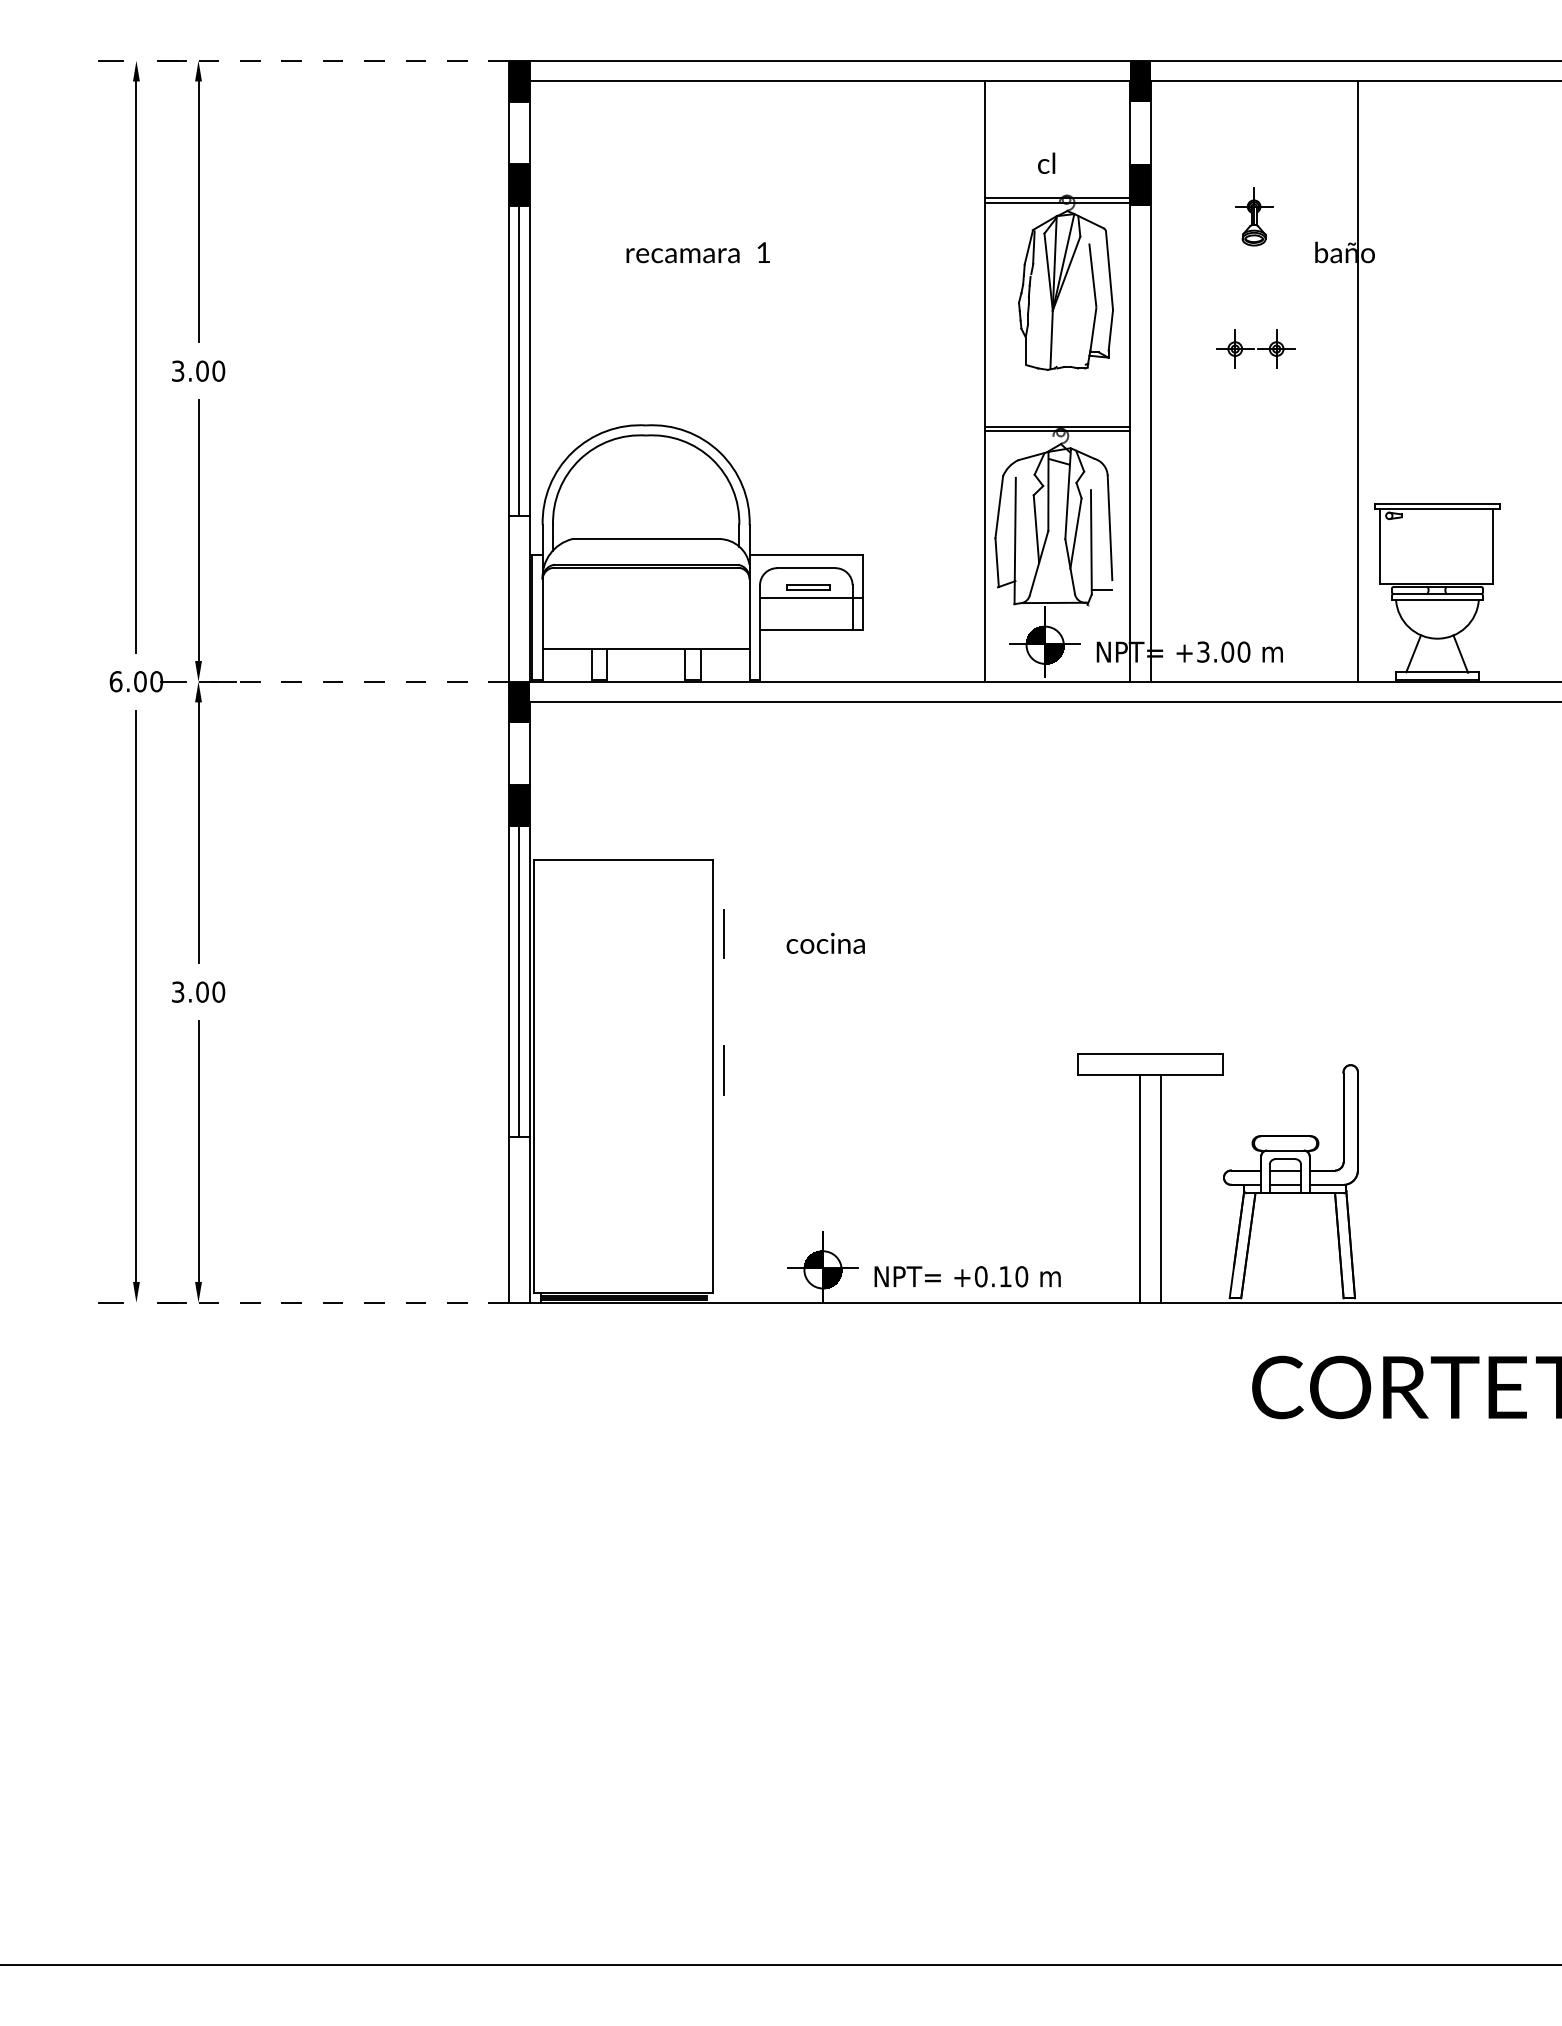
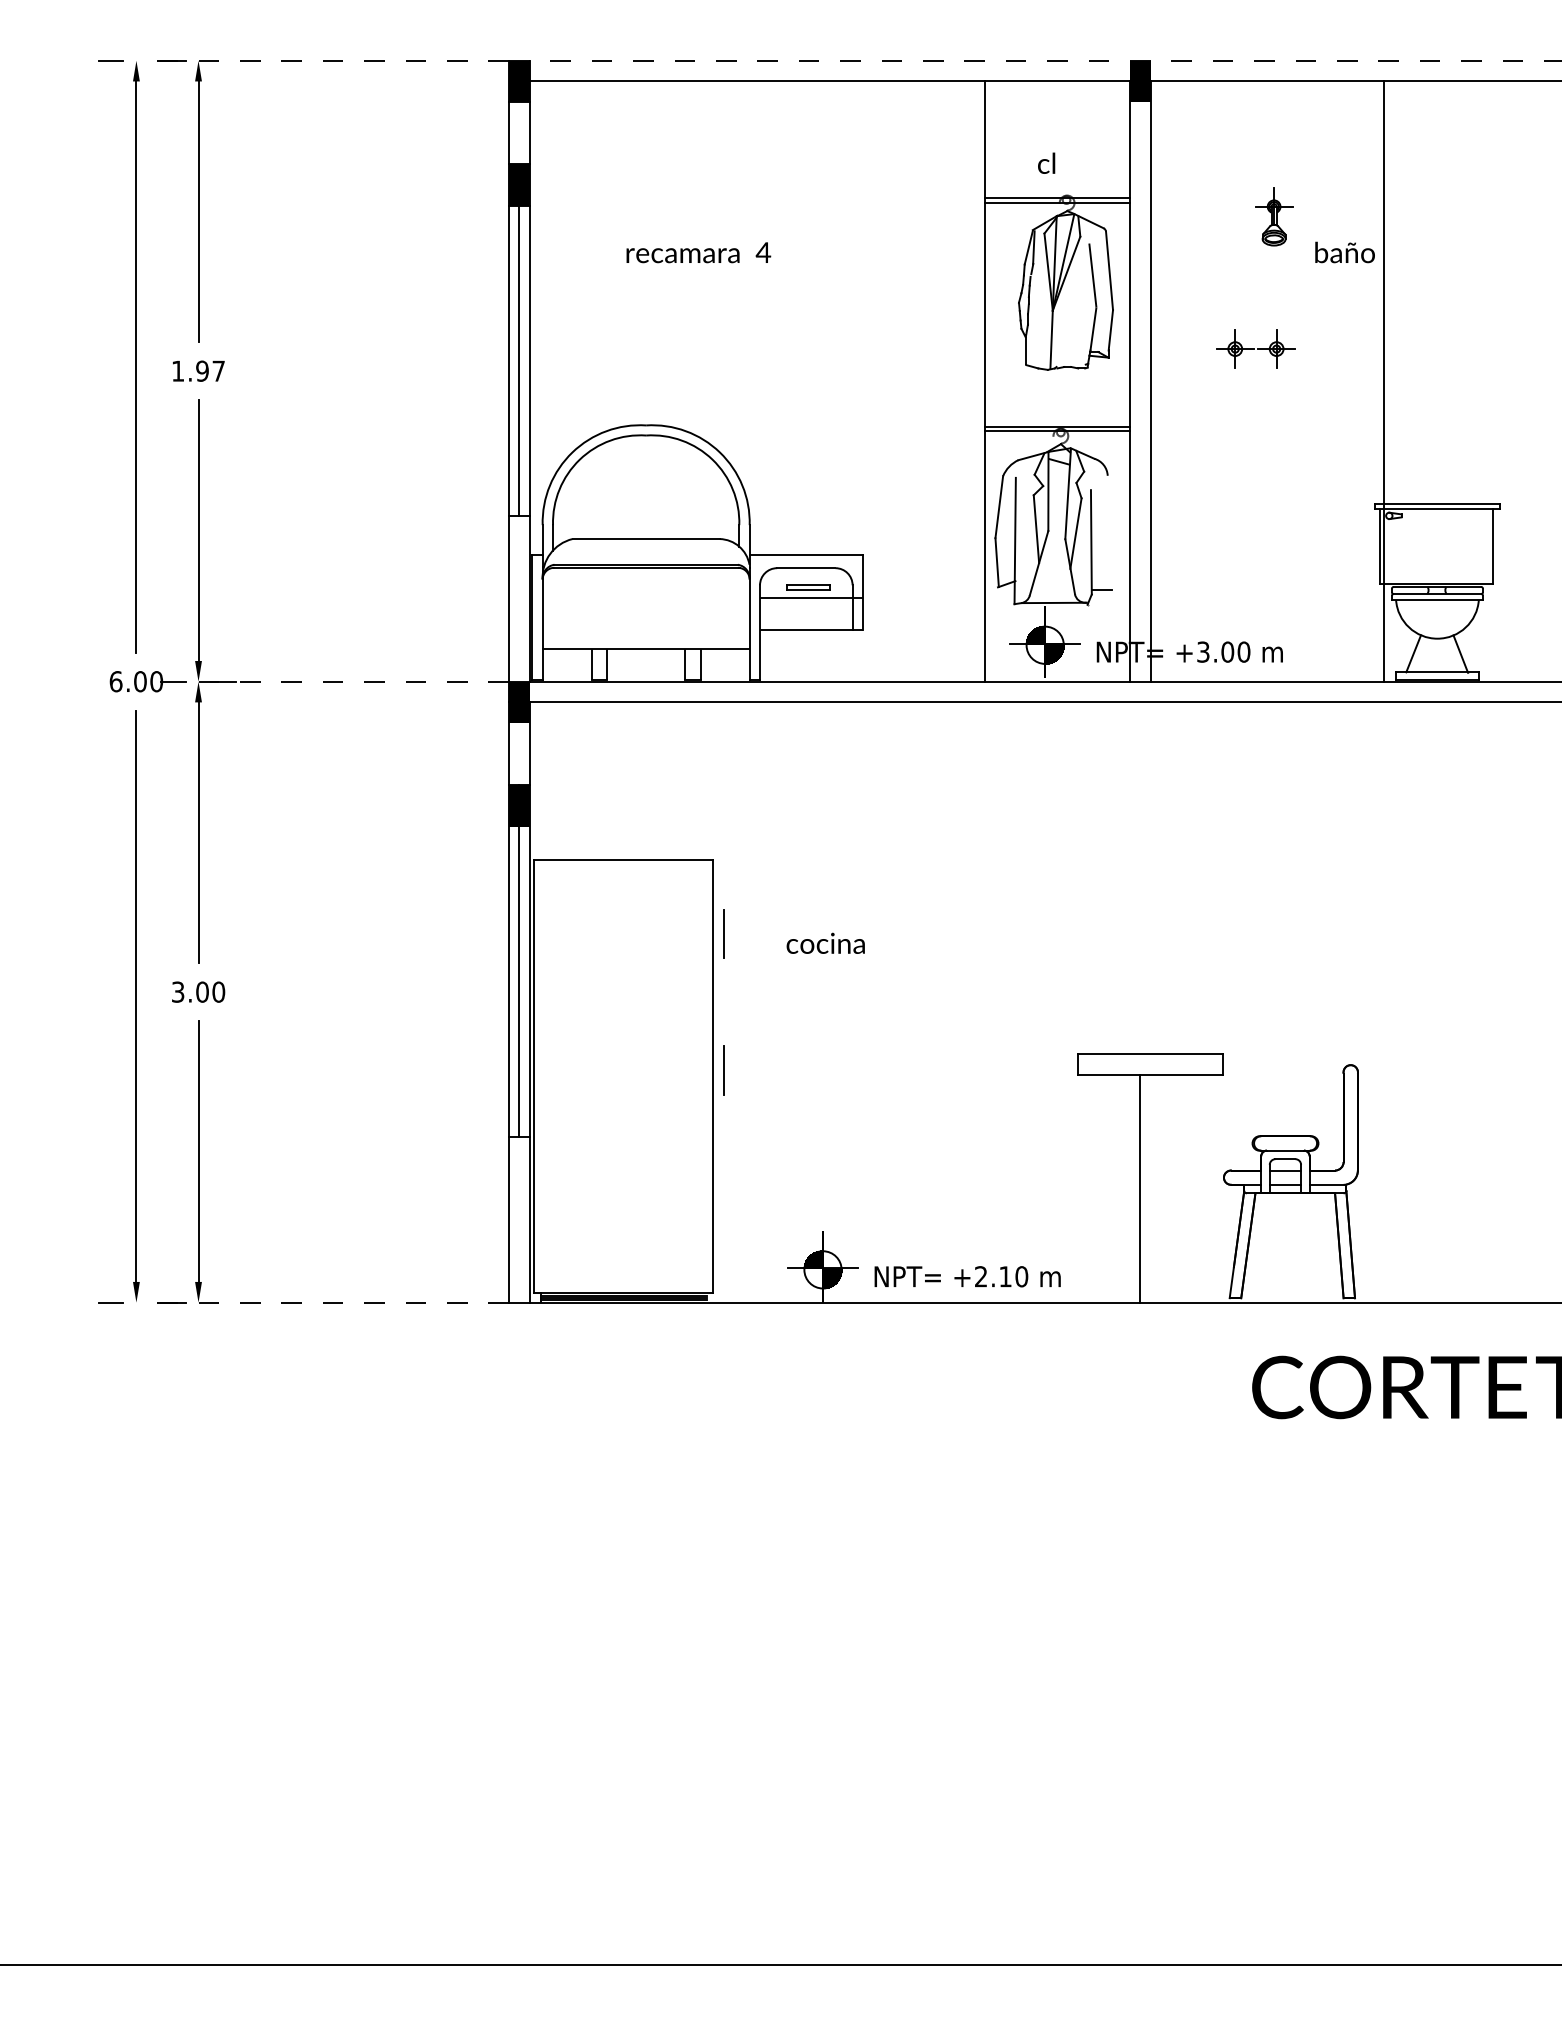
line at (1035, 60): solid -> dashed
fill at (1139, 184): present -> none
part at (1254, 216) position: (1254, 216) -> (1274, 216)
text at (763, 252): 1 -> 4
text at (198, 370): 3.00 -> 1.97
line at (1357, 381) position: (1357, 381) -> (1383, 381)
line at (1109, 527): present -> none
line at (1160, 1188): present -> none
text at (980, 1276): +0.10 -> +2.10
